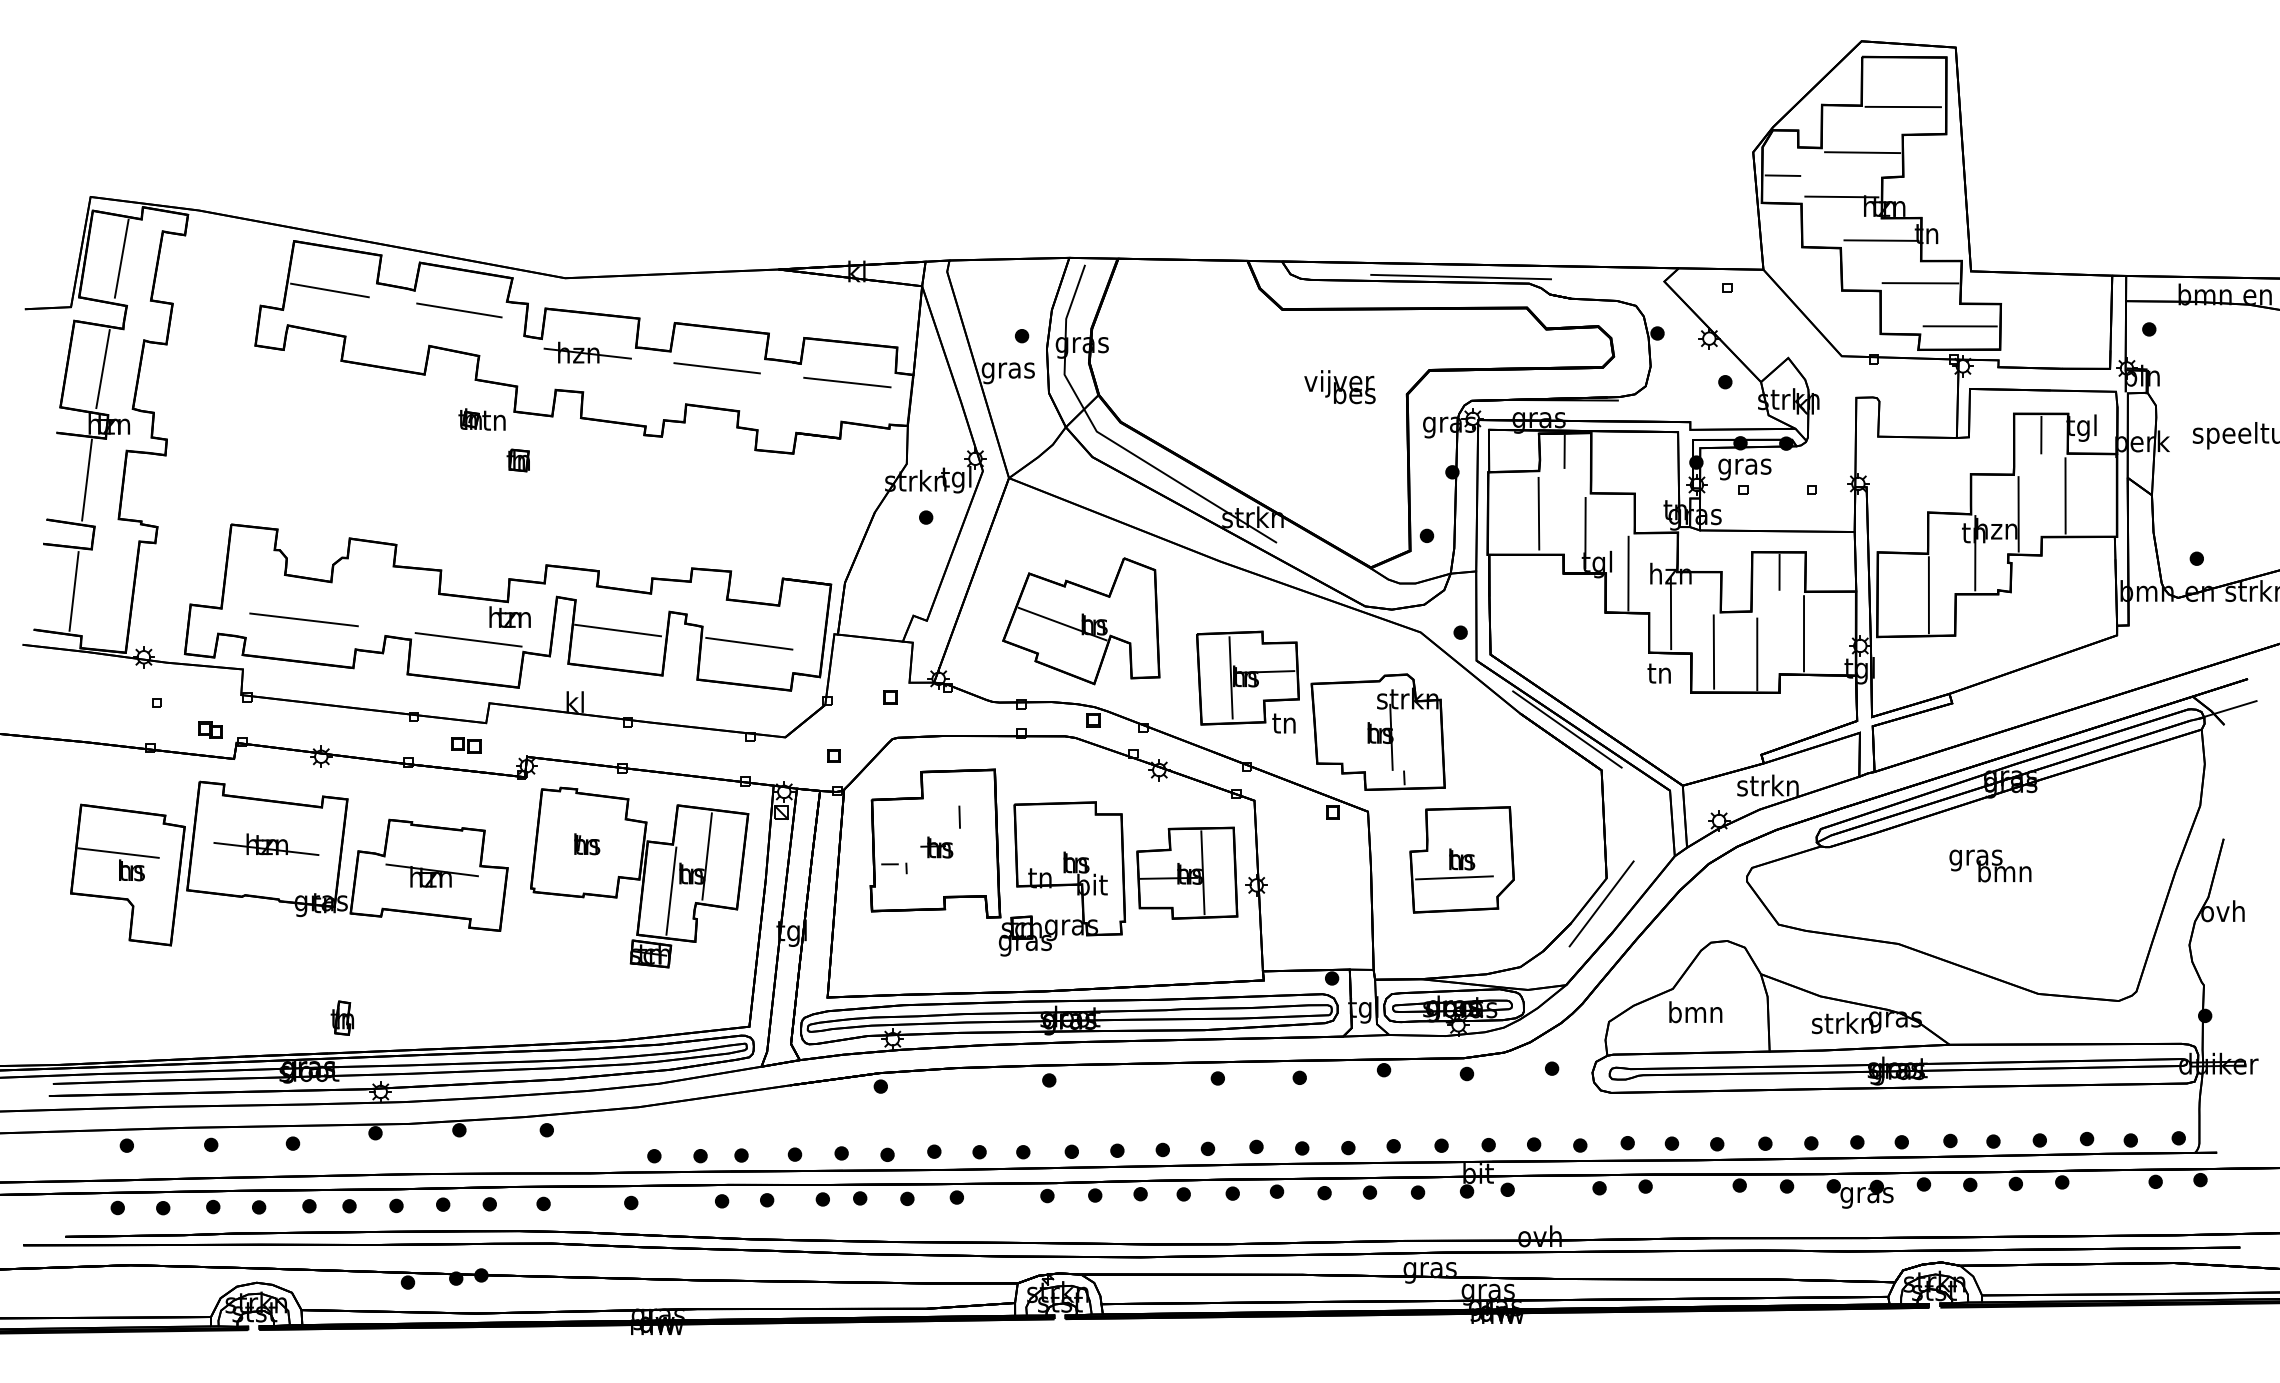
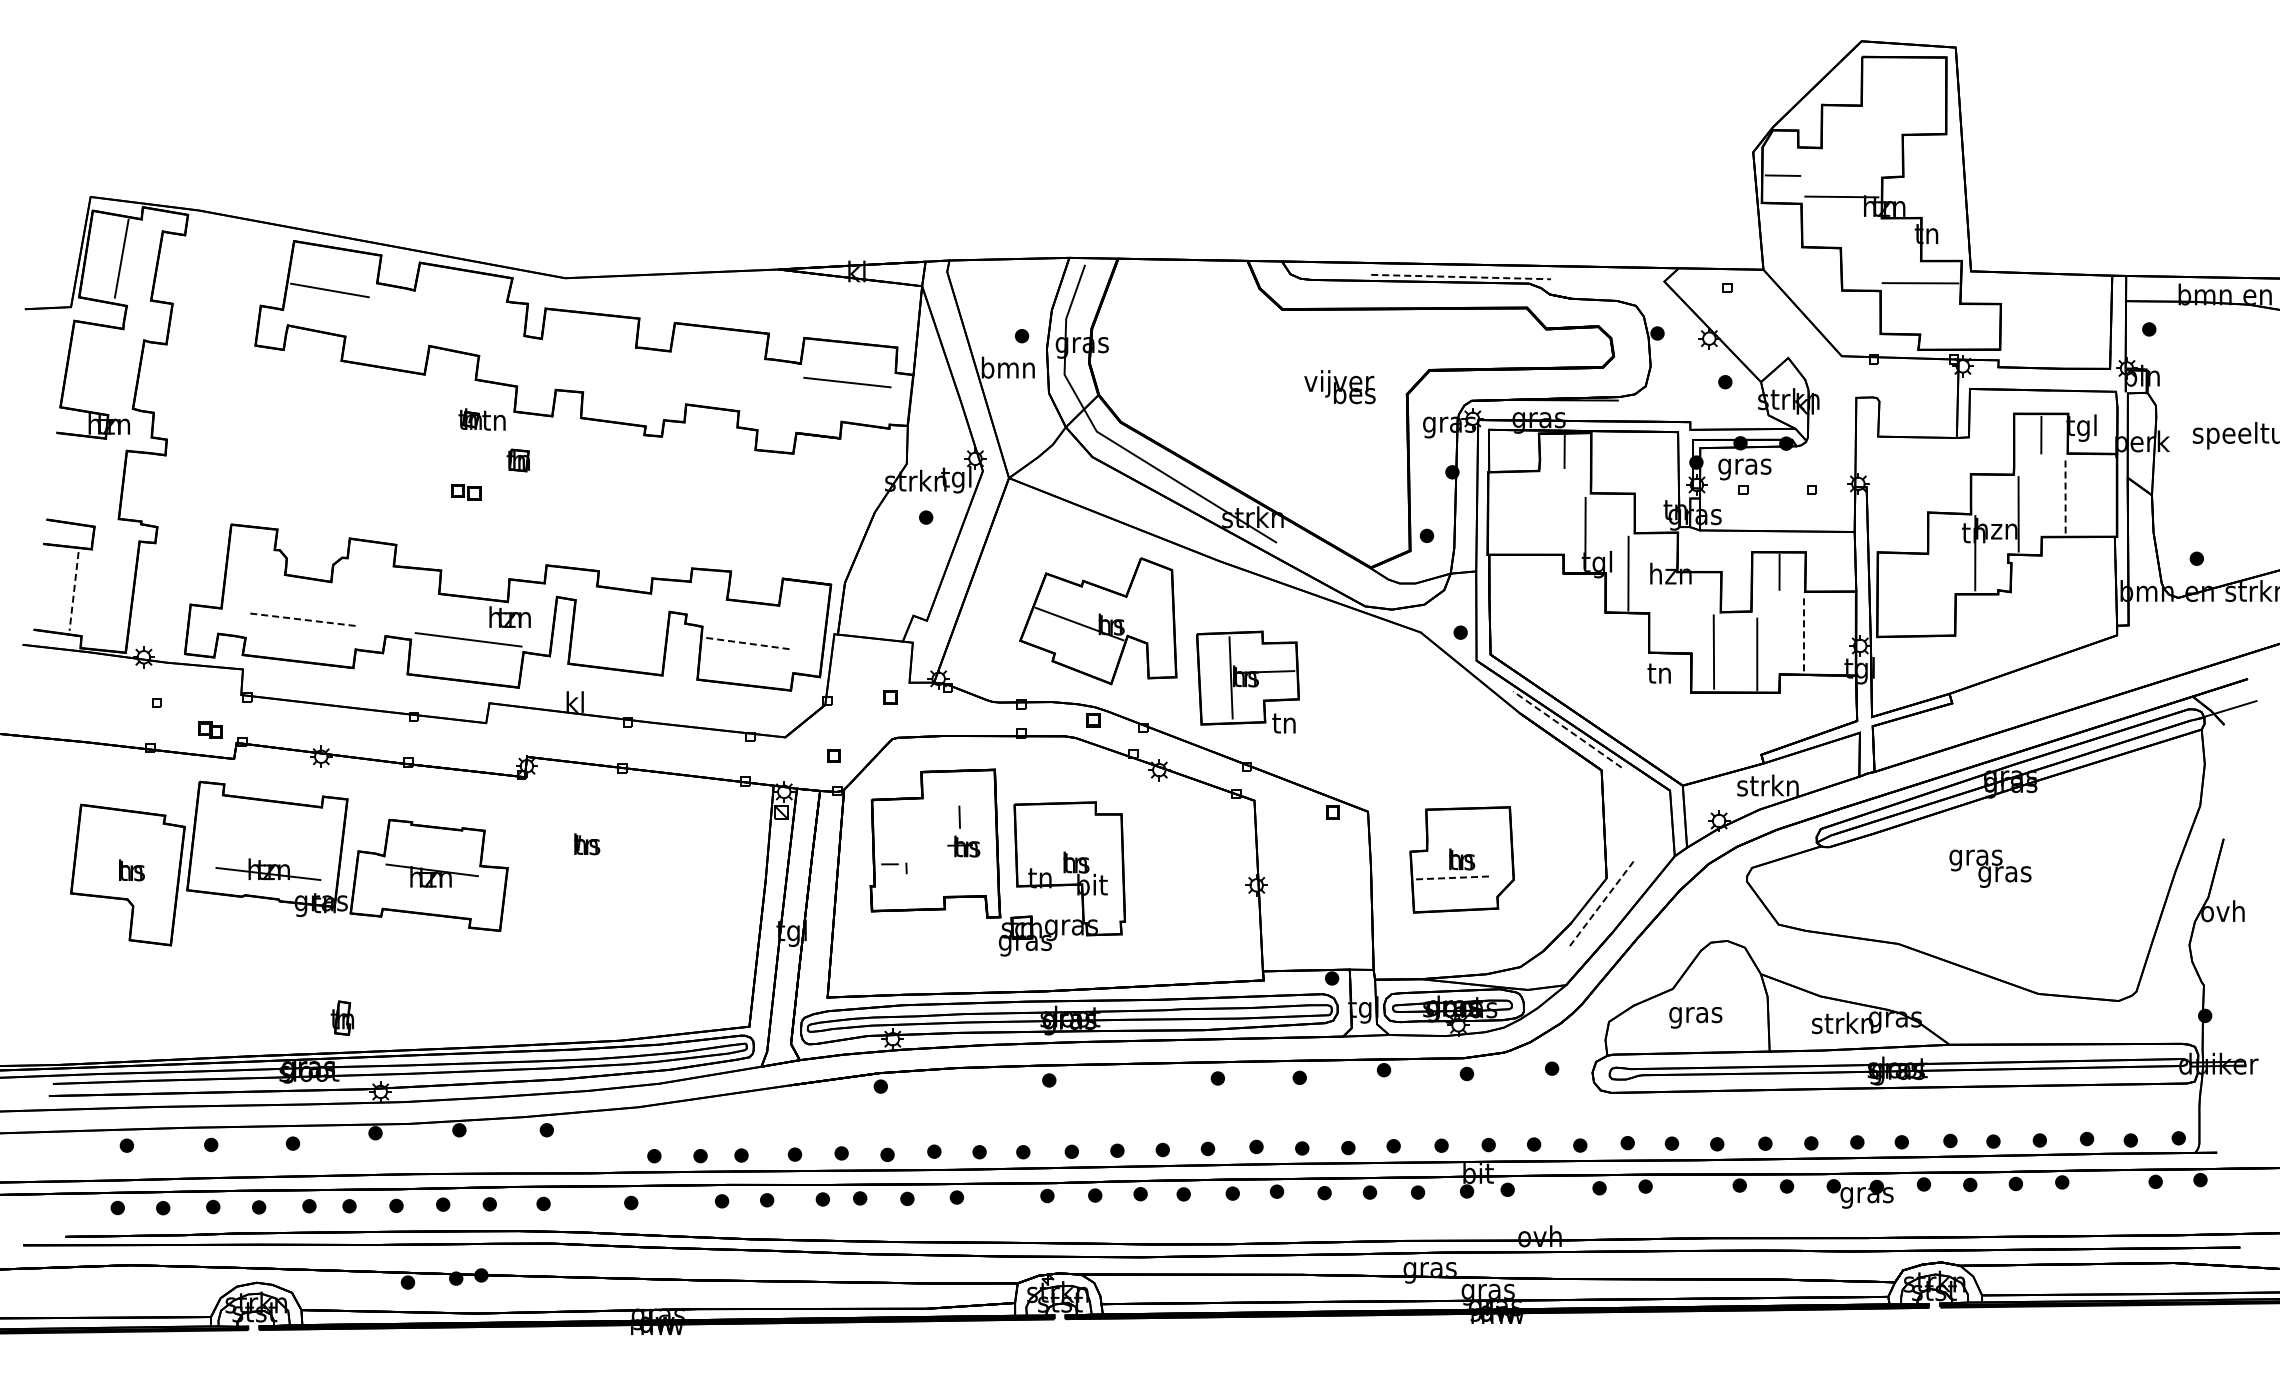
line at (1902, 106): present -> none
line at (1862, 152): present -> none
line at (1881, 240): present -> none
line at (1461, 277): solid -> dashed
line at (459, 310): present -> none
line at (1959, 326): present -> none
part at (587, 352): present -> none
line at (716, 368): present -> none
line at (102, 369): present -> none
text at (1007, 370): gras -> bmn
line at (86, 479): present -> none
line at (2065, 495): solid -> dashed
line at (1538, 513): present -> none
line at (74, 591): solid -> dashed
line at (1928, 595): present -> none
line at (1670, 613): present -> none
line at (304, 619): solid -> dashed
part at (1081, 621) position: (1081, 621) -> (1098, 621)
line at (618, 630): present -> none
line at (1804, 633): solid -> dashed
line at (749, 643): solid -> dashed
line at (1566, 729): solid -> dashed
part at (1377, 731): present -> none
part at (466, 745) position: (466, 745) -> (466, 492)
part at (266, 844) position: (266, 844) -> (268, 869)
part at (936, 847) position: (936, 847) -> (963, 846)
line at (118, 852): present -> none
part at (1187, 872): present -> none
text at (2004, 873): bmn -> gras
part at (639, 877): present -> none
line at (1454, 877): solid -> dashed
line at (1601, 904): solid -> dashed
text at (1695, 1014): bmn -> gras
